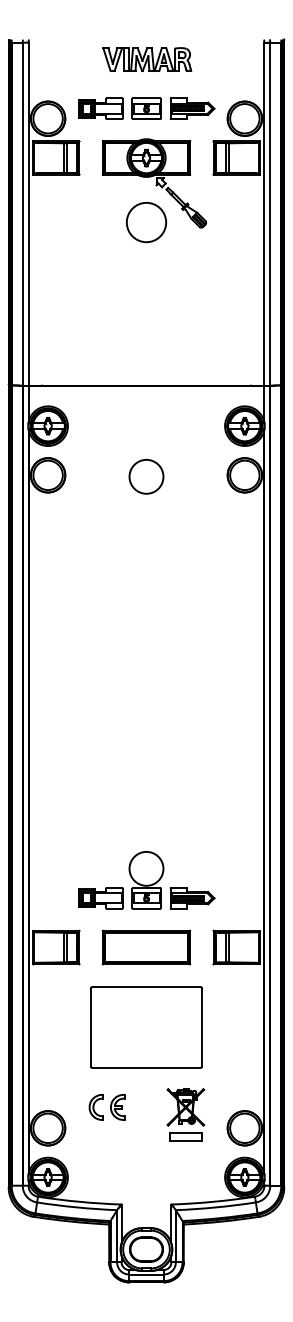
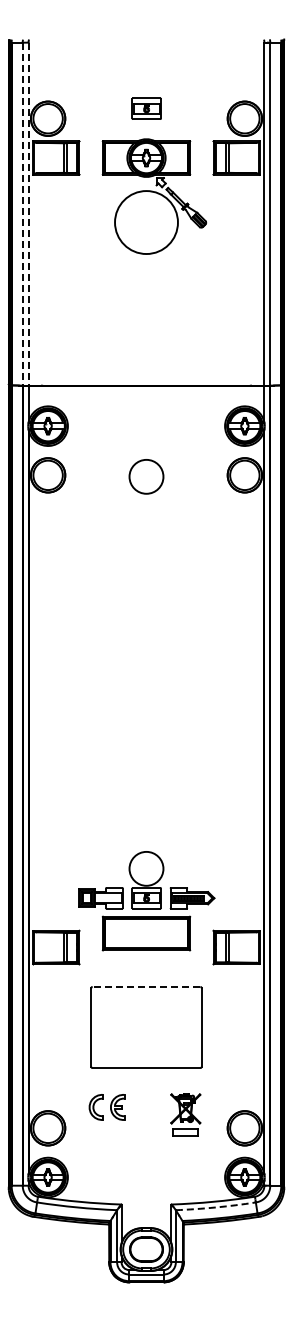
part at (147, 59): present -> none
part at (100, 108): present -> none
part at (192, 108): present -> none
line at (22, 214): solid -> dashed
line at (28, 214): solid -> dashed
circle at (146, 222) diameter: 39 px -> 63 px
part at (146, 947) position: (146, 947) -> (146, 933)
line at (146, 986): solid -> dashed
part at (185, 1114) size: 39x54 px -> 32x44 px
arc at (215, 1207): solid -> dashed
